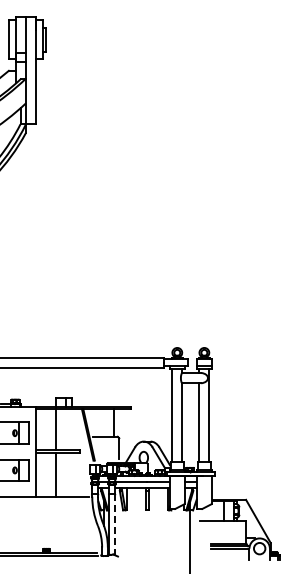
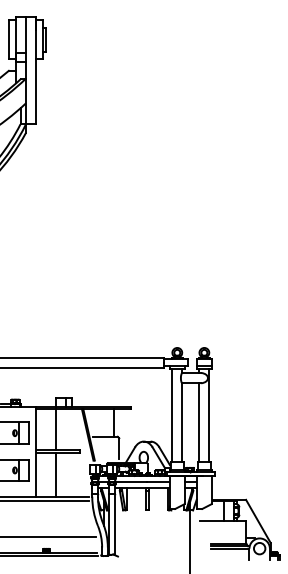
line at (45, 501): none -> present
line at (114, 525): dashed -> solid
line at (48, 537): none -> present
